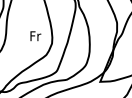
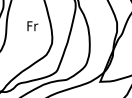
text at (35, 36) position: (35, 36) -> (32, 26)
